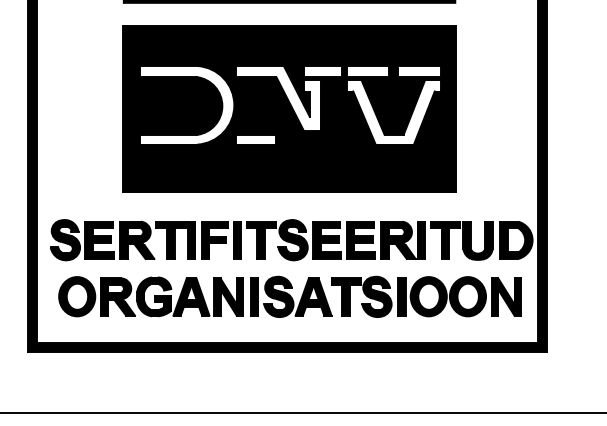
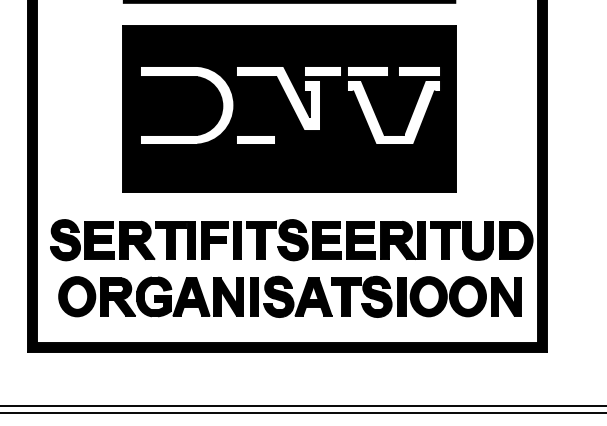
line at (302, 405): none -> present
